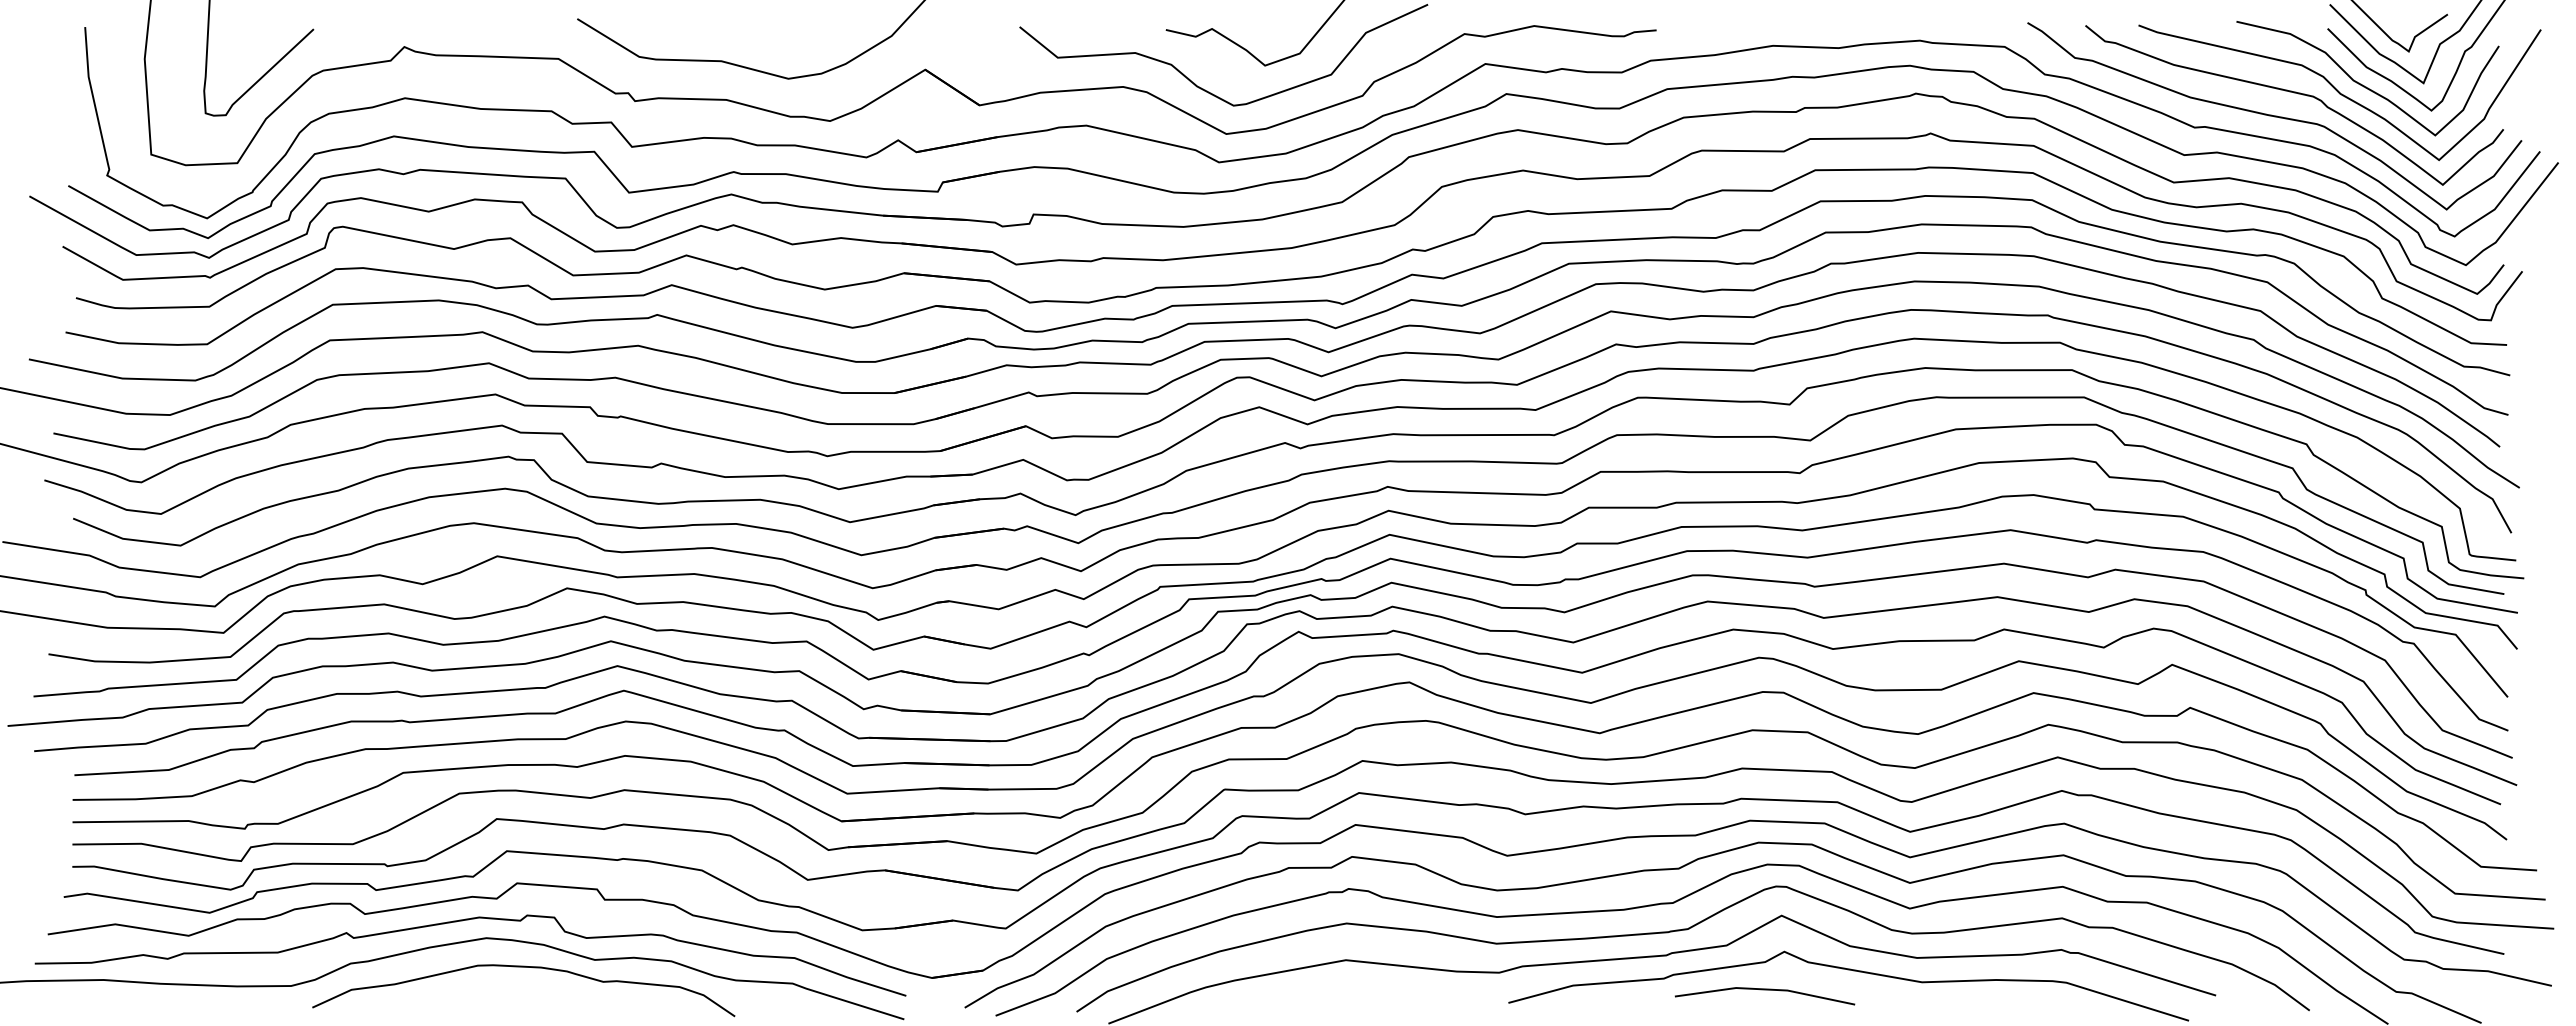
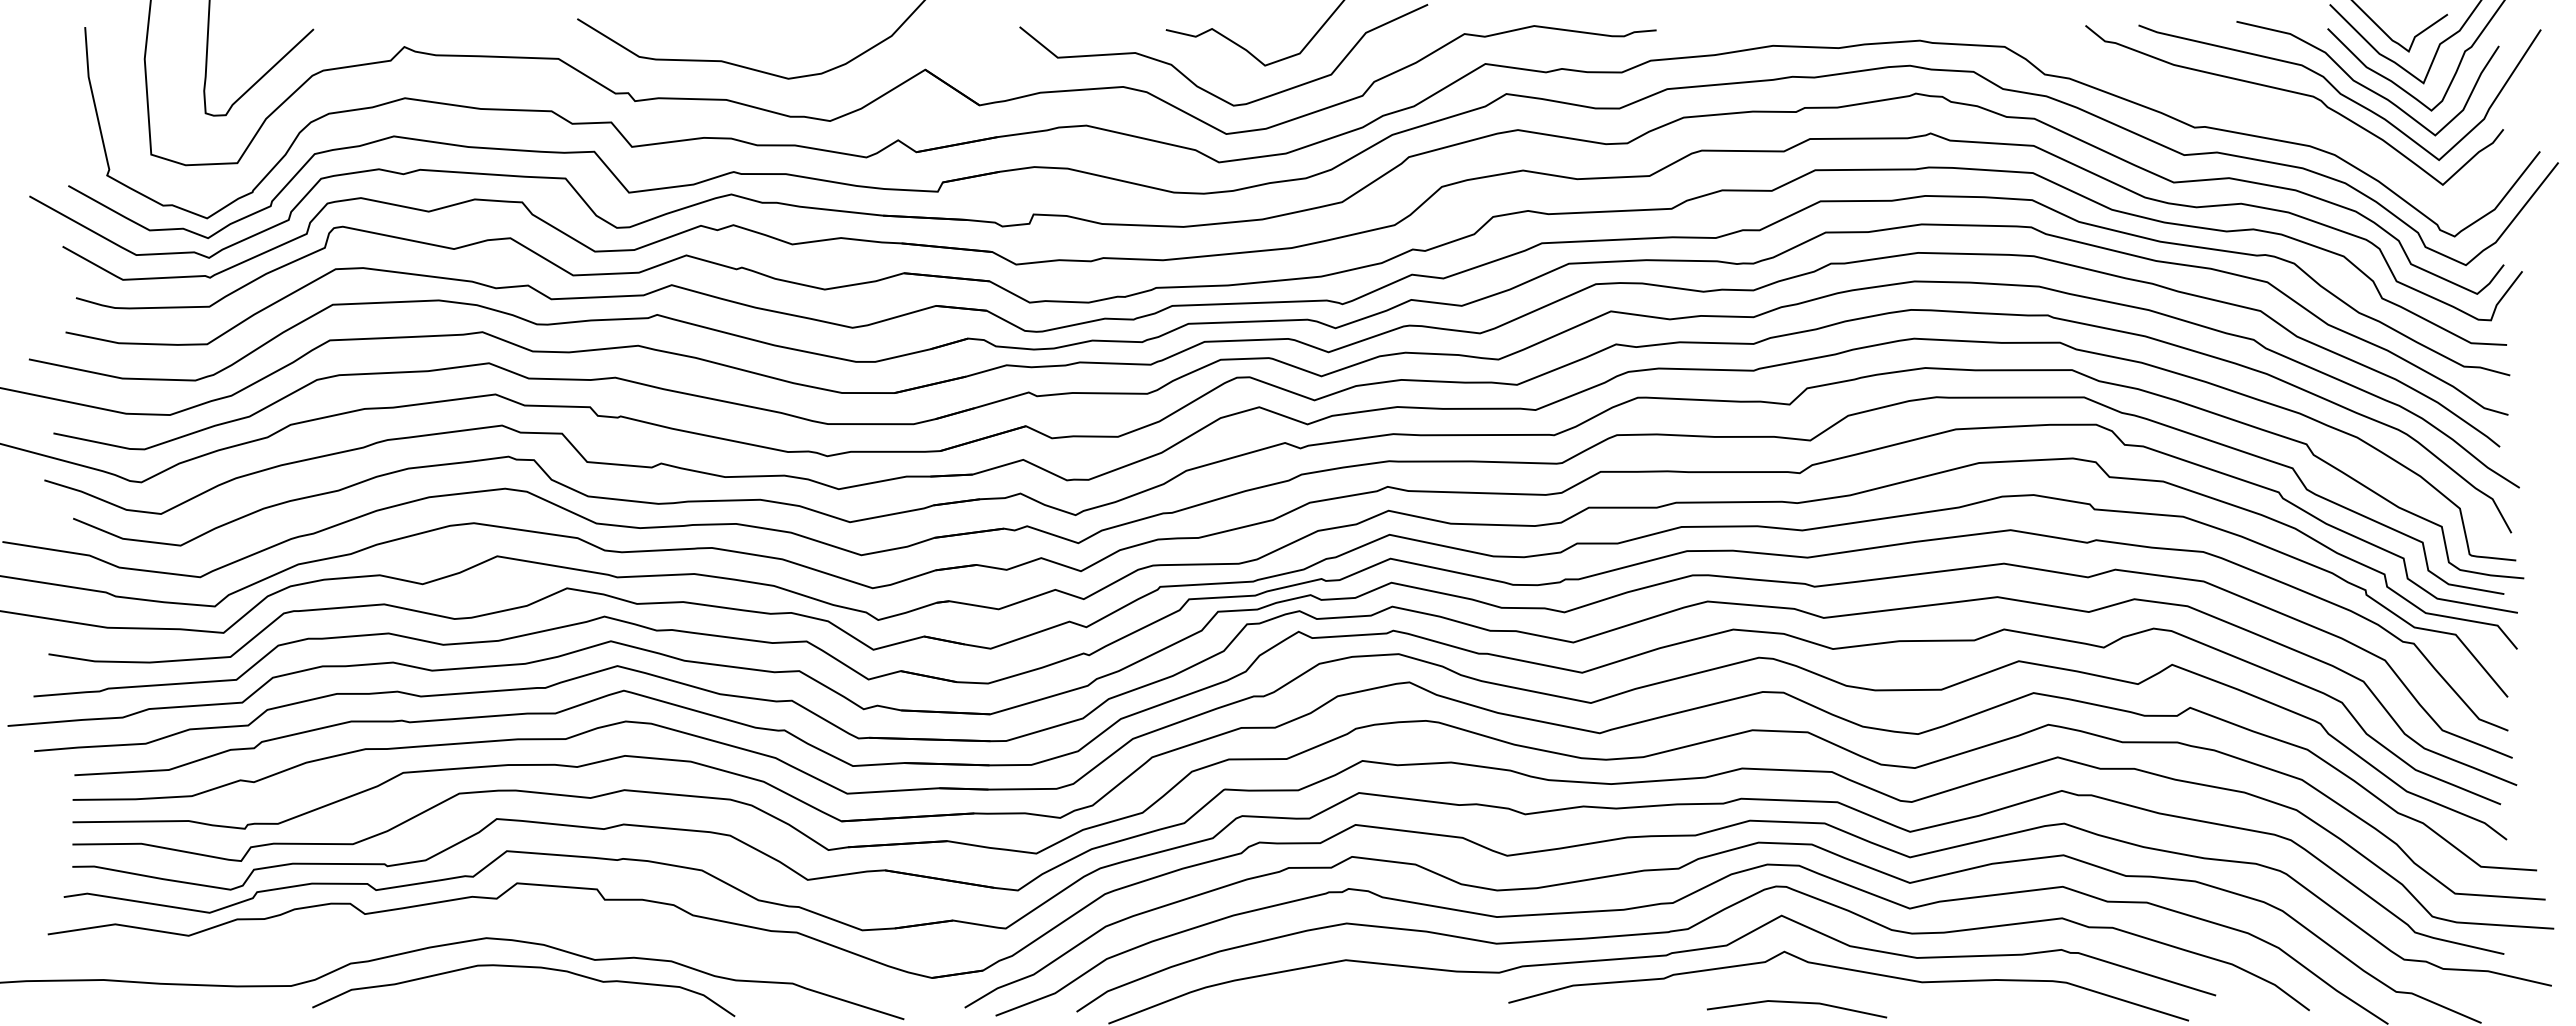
curve at (2274, 116): present -> none
curve at (462, 921): present -> none
line at (1764, 990) position: (1764, 990) -> (1796, 1003)
